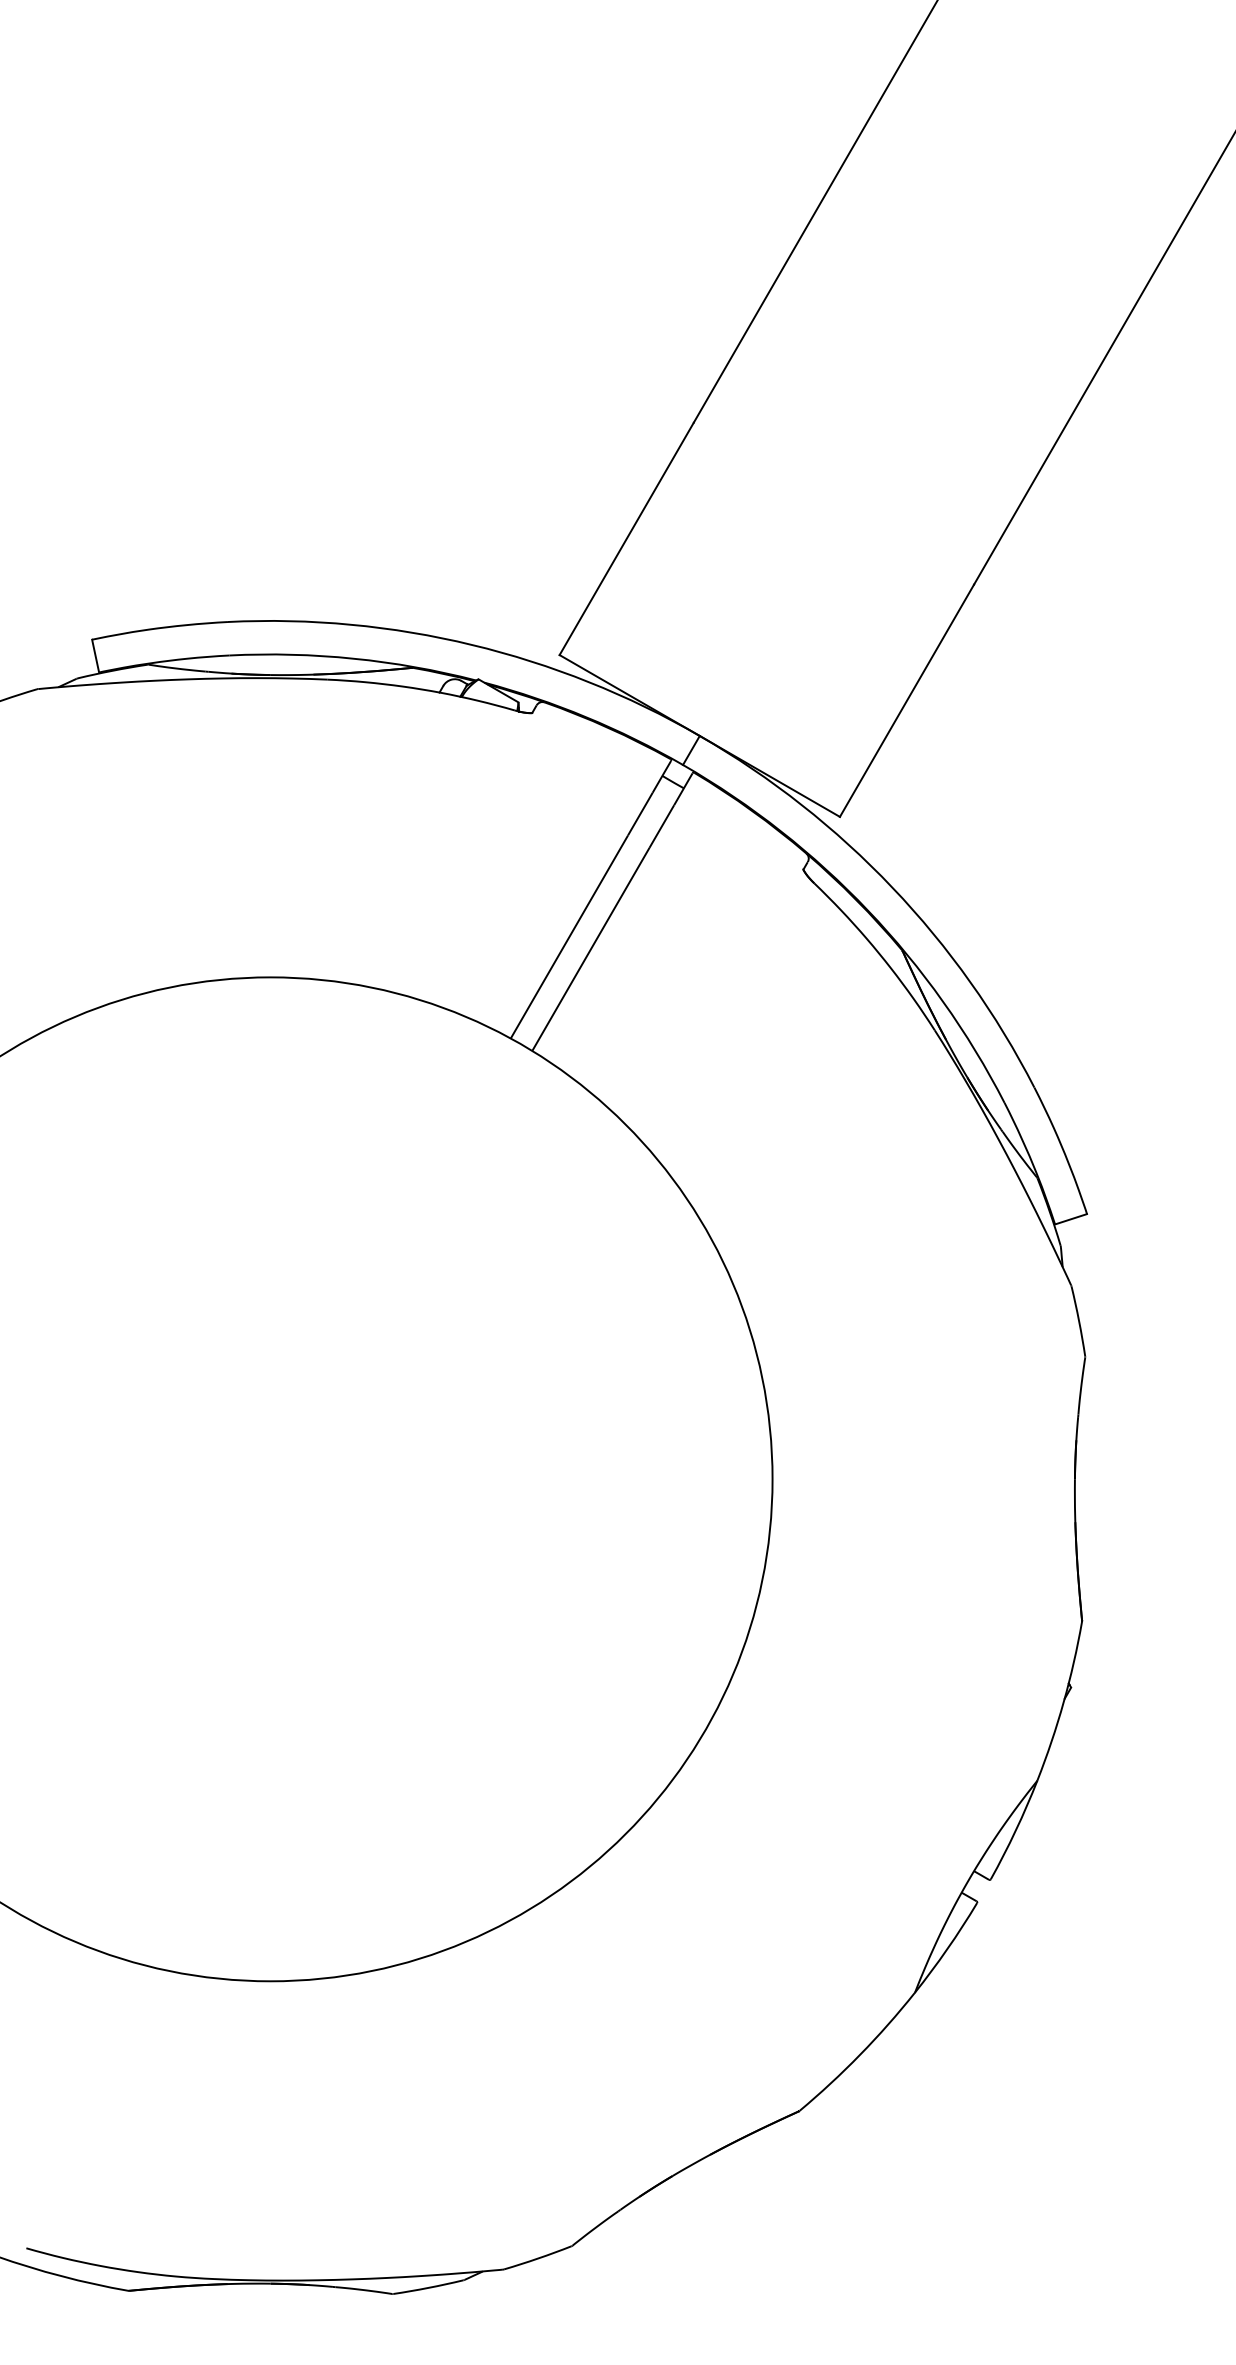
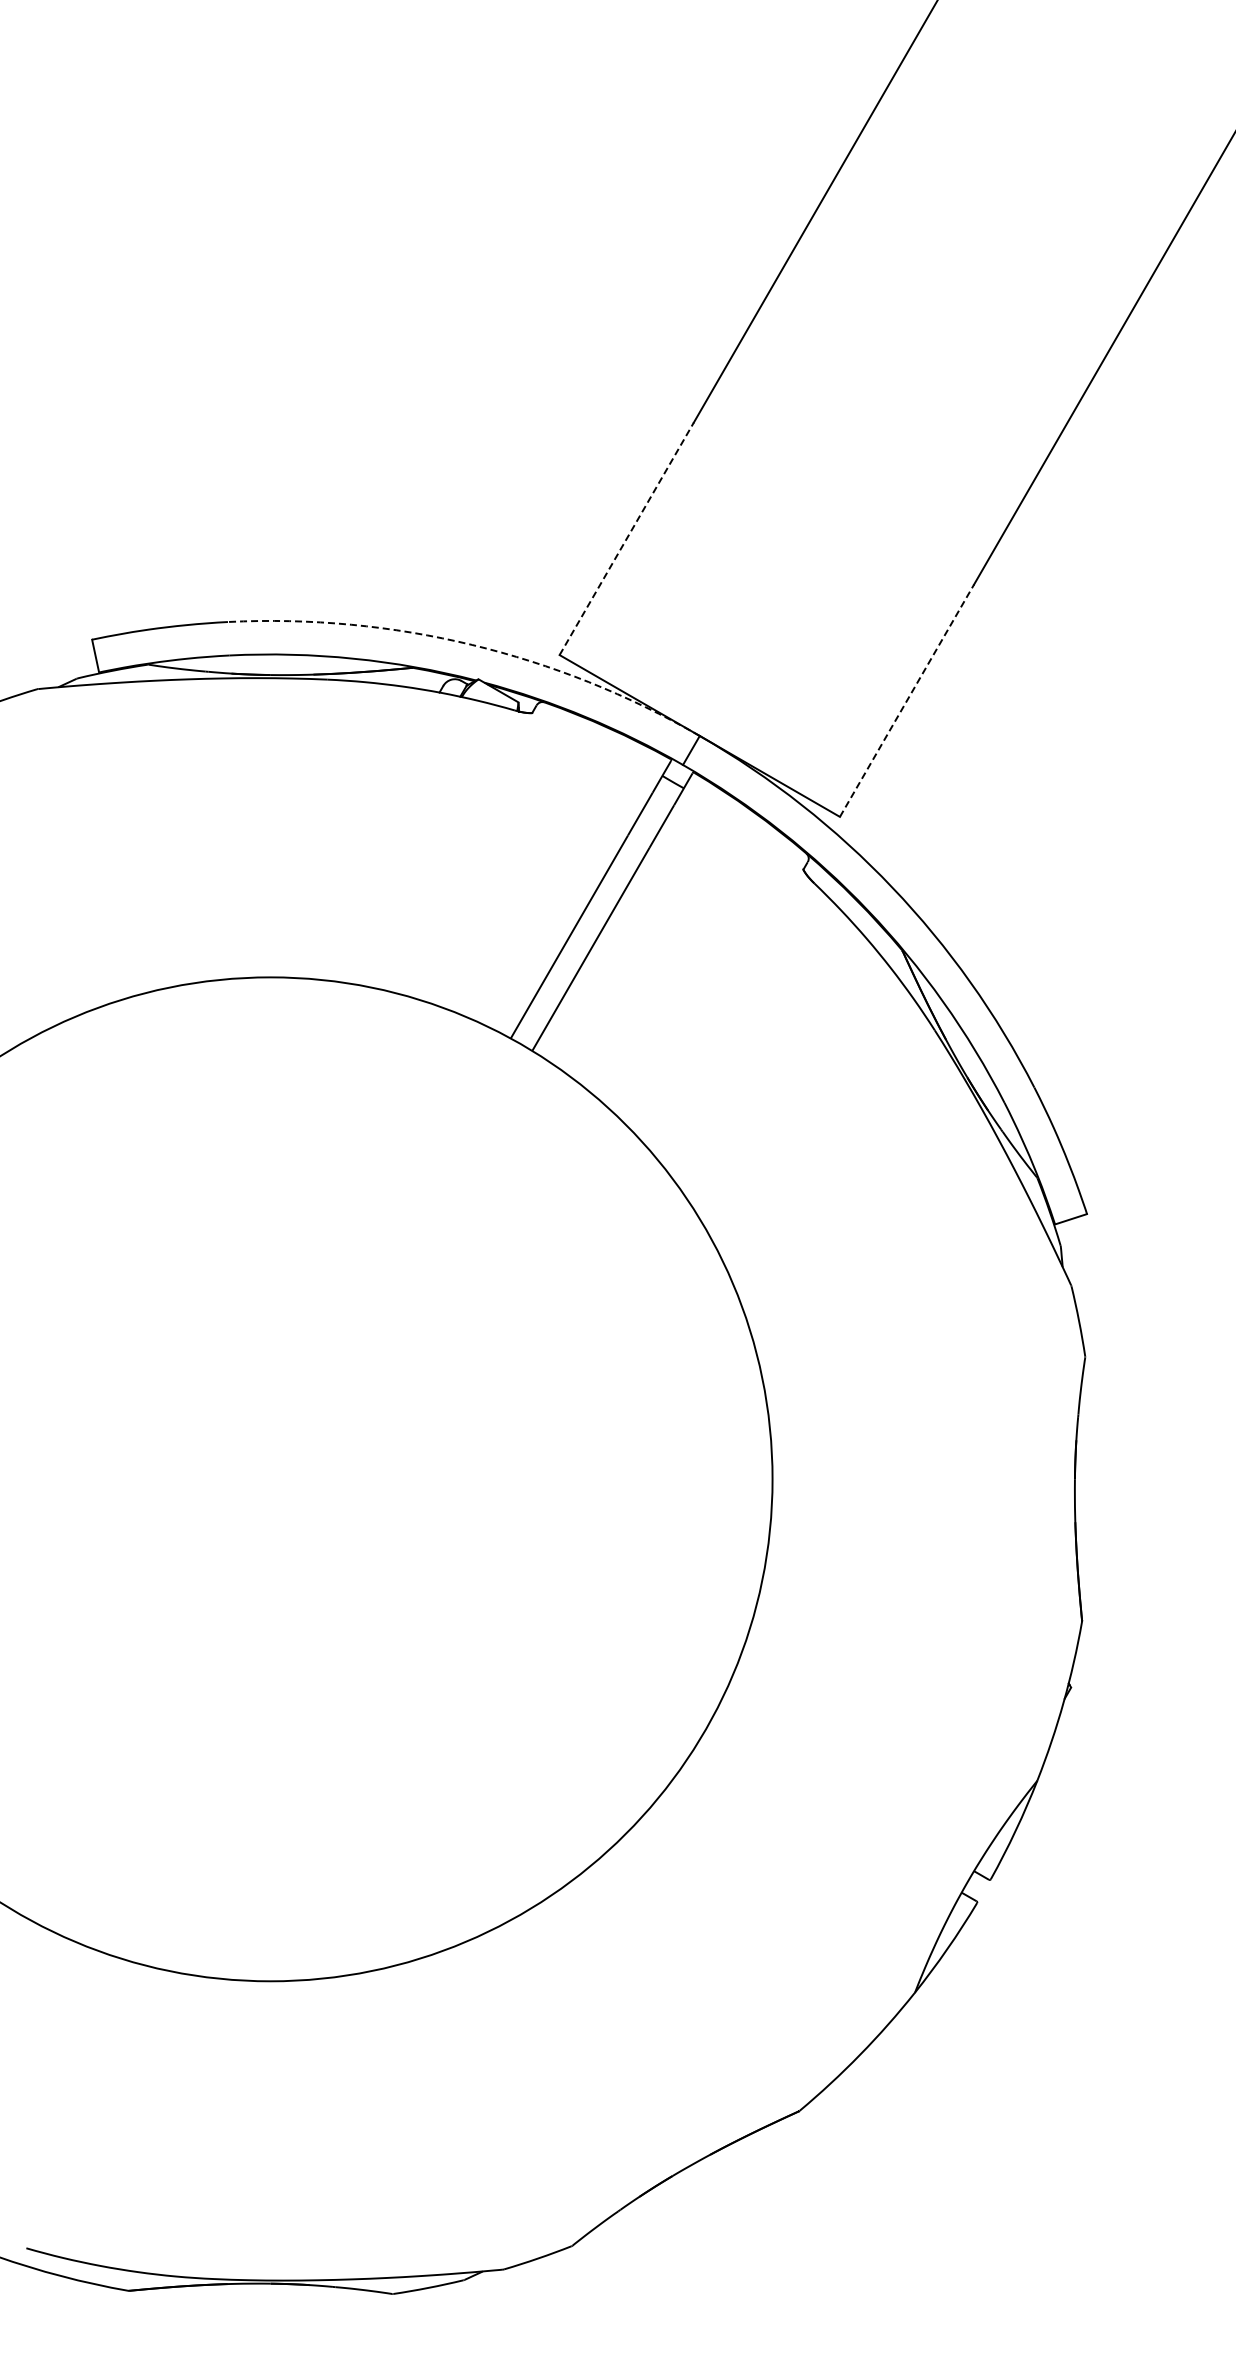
line at (626, 538): solid -> dashed
arc at (472, 644): solid -> dashed
line at (907, 700): solid -> dashed
